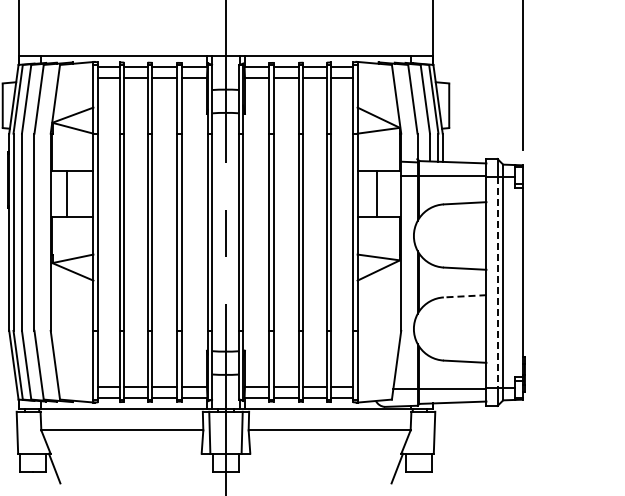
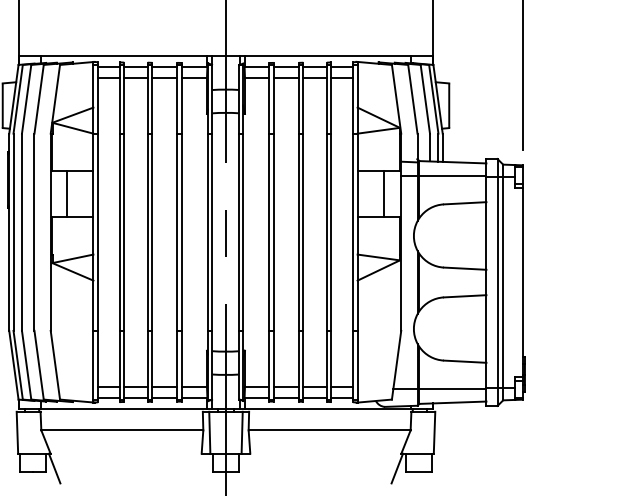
line at (376, 193) position: (376, 193) -> (383, 193)
line at (497, 282): dashed -> solid
line at (464, 296): dashed -> solid
